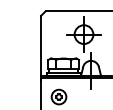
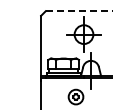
line at (79, 11): solid -> dashed
part at (58, 96) position: (58, 96) -> (75, 96)
